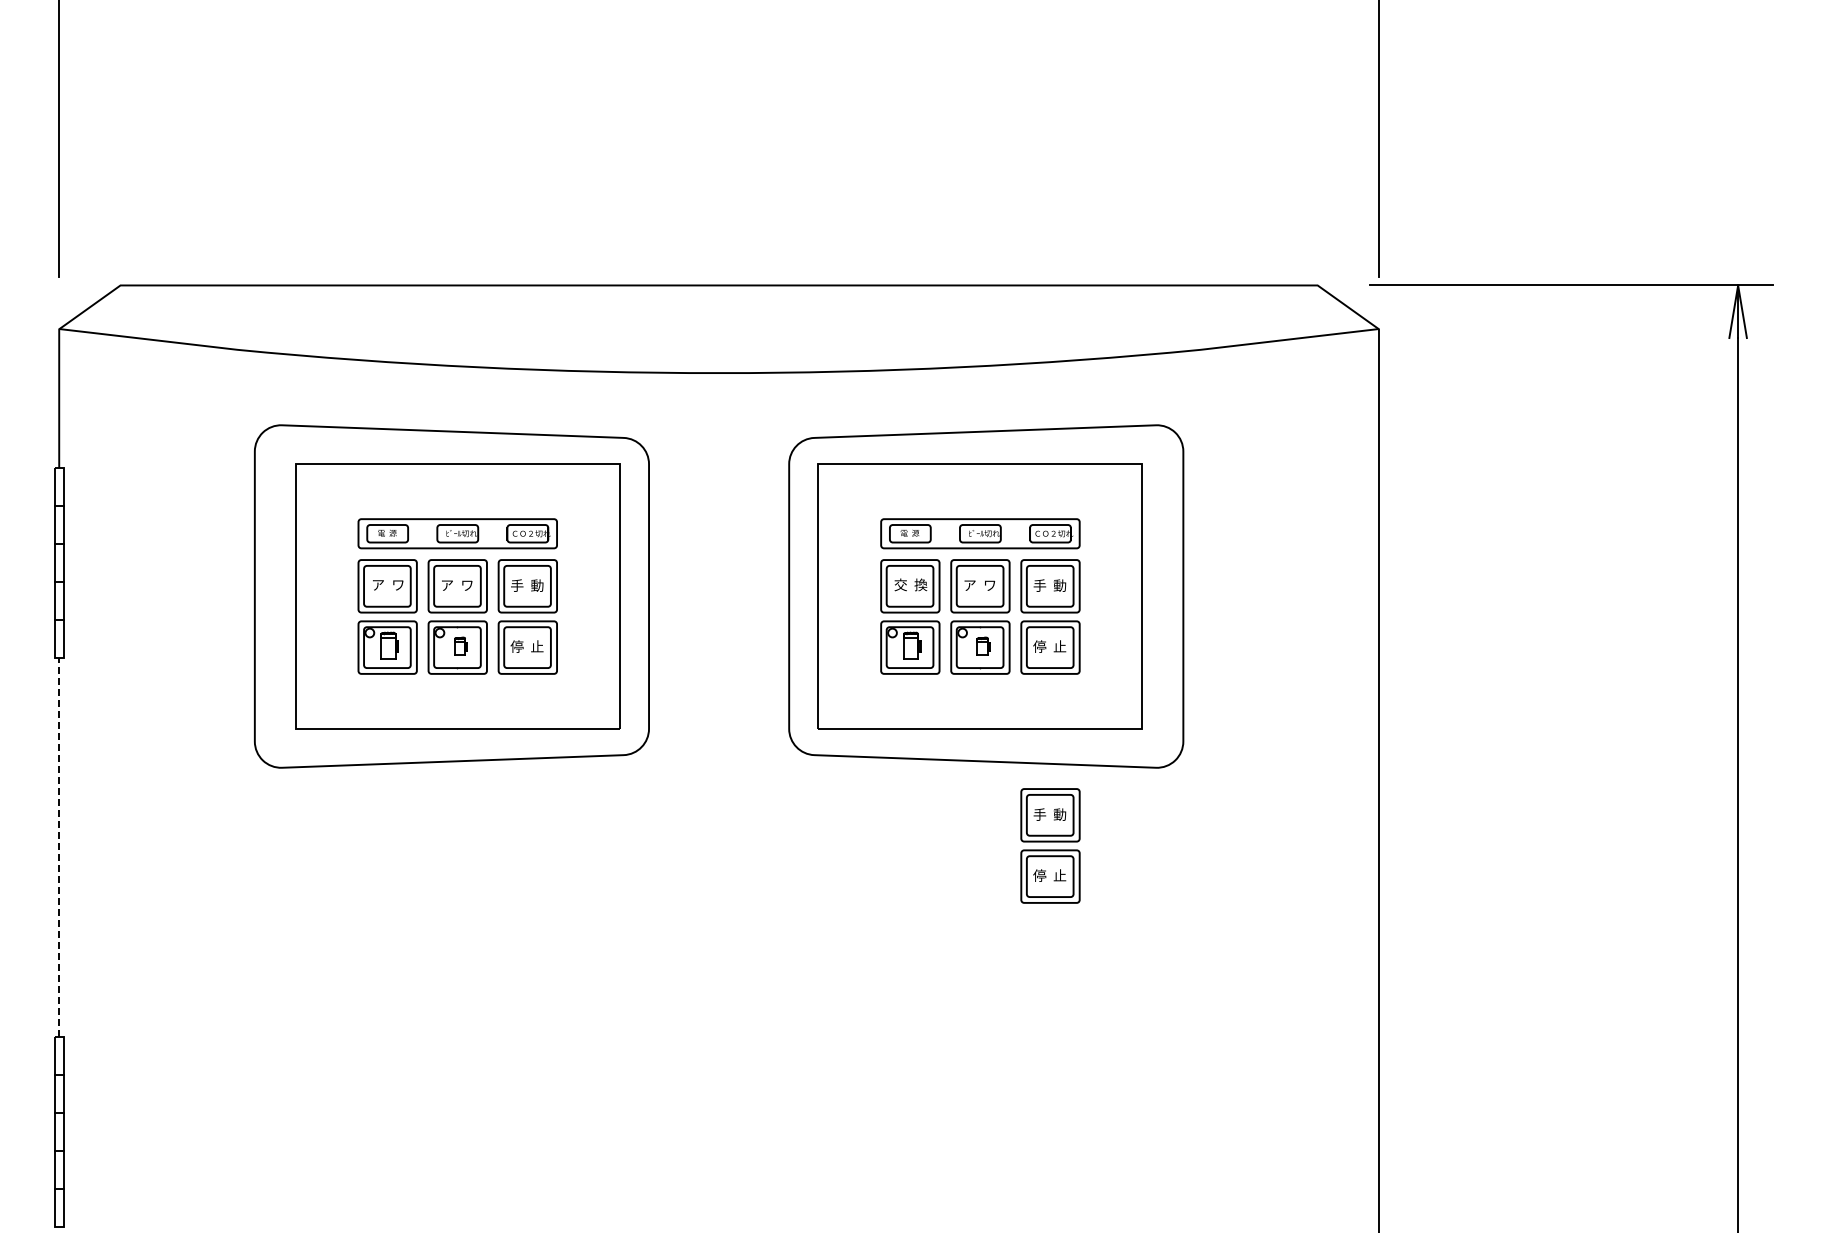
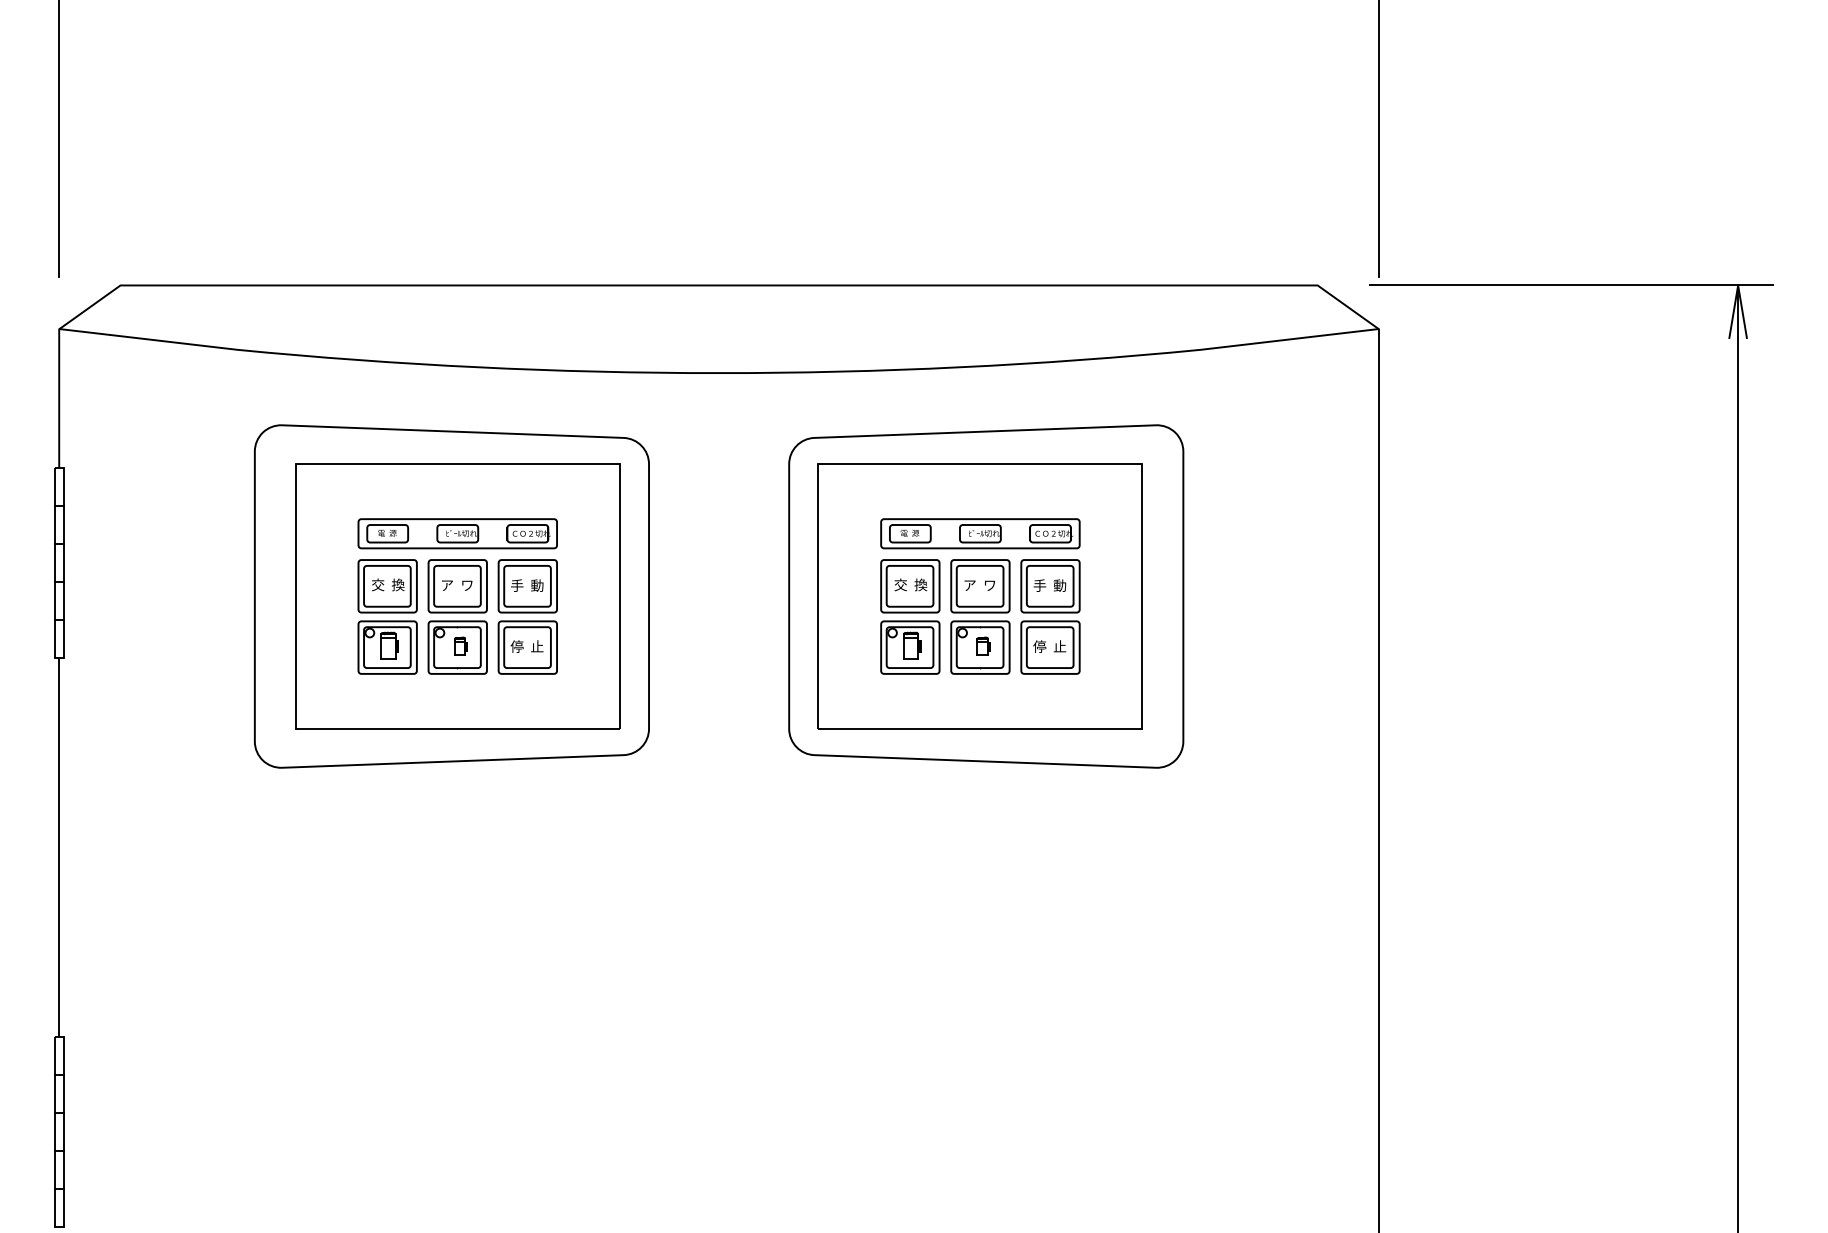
text at (388, 584): ア  ワ -> 交  換
part at (1050, 845): present -> none
line at (59, 847): dashed -> solid
